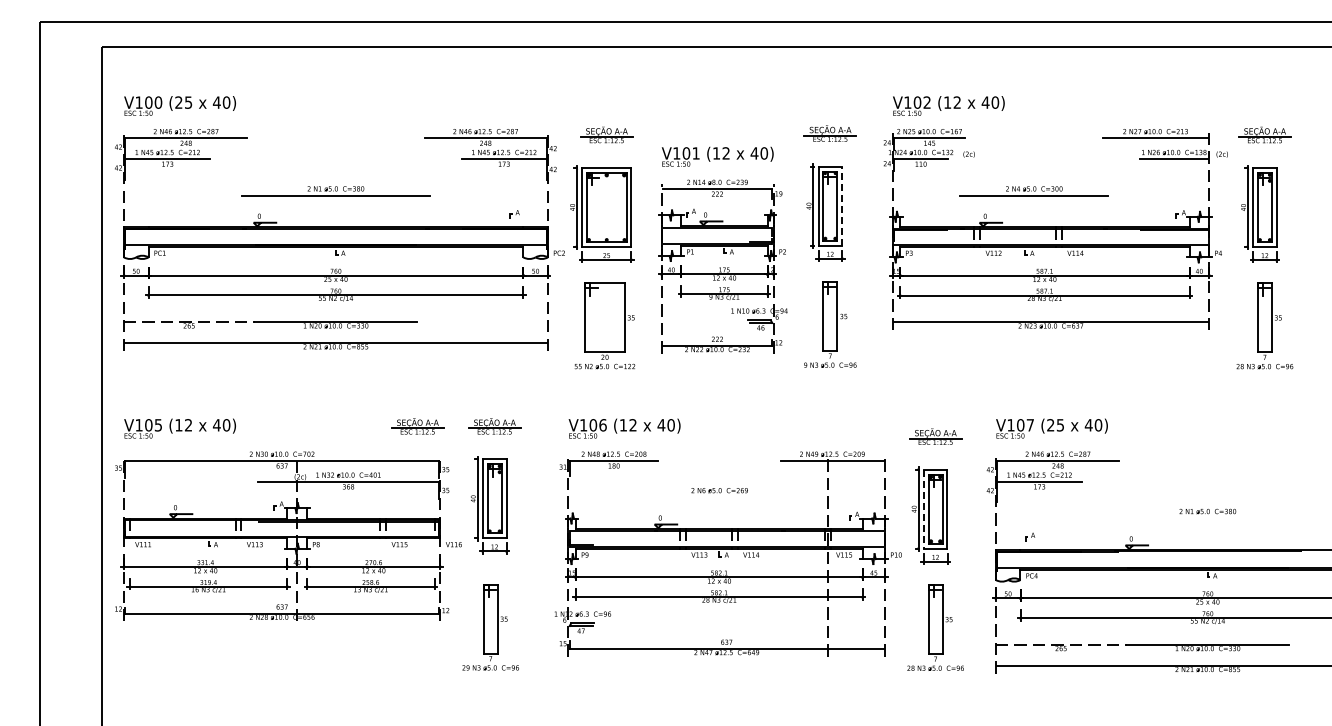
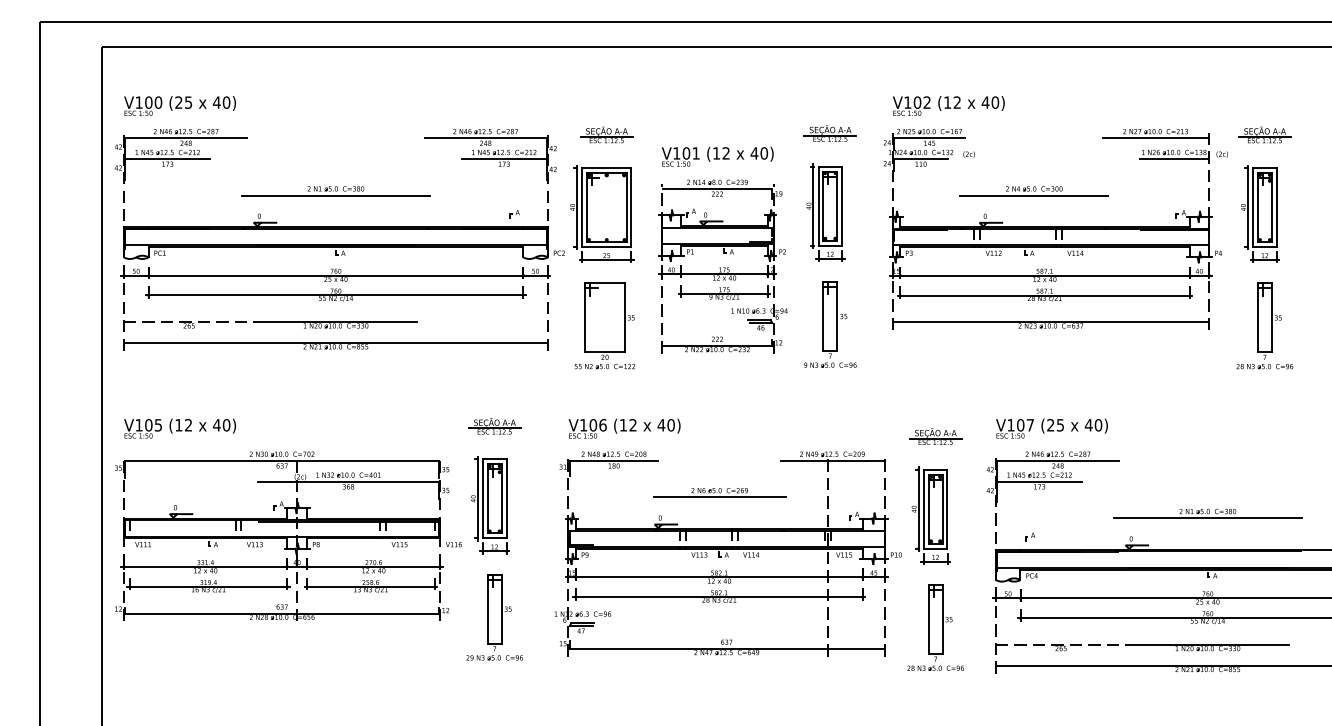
line at (842, 205): dashed -> solid
part at (417, 426): present -> none
line at (719, 497): none -> present
line at (923, 509): dashed -> solid
line at (1207, 518): none -> present
part at (490, 627) position: (490, 627) -> (494, 617)
